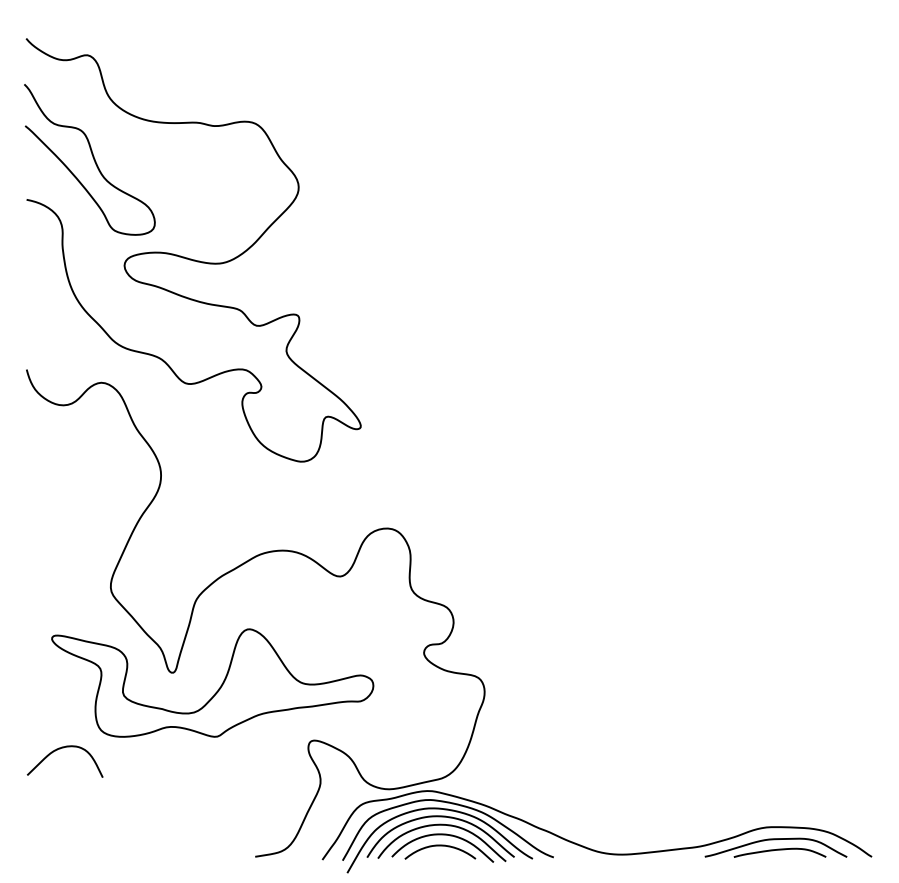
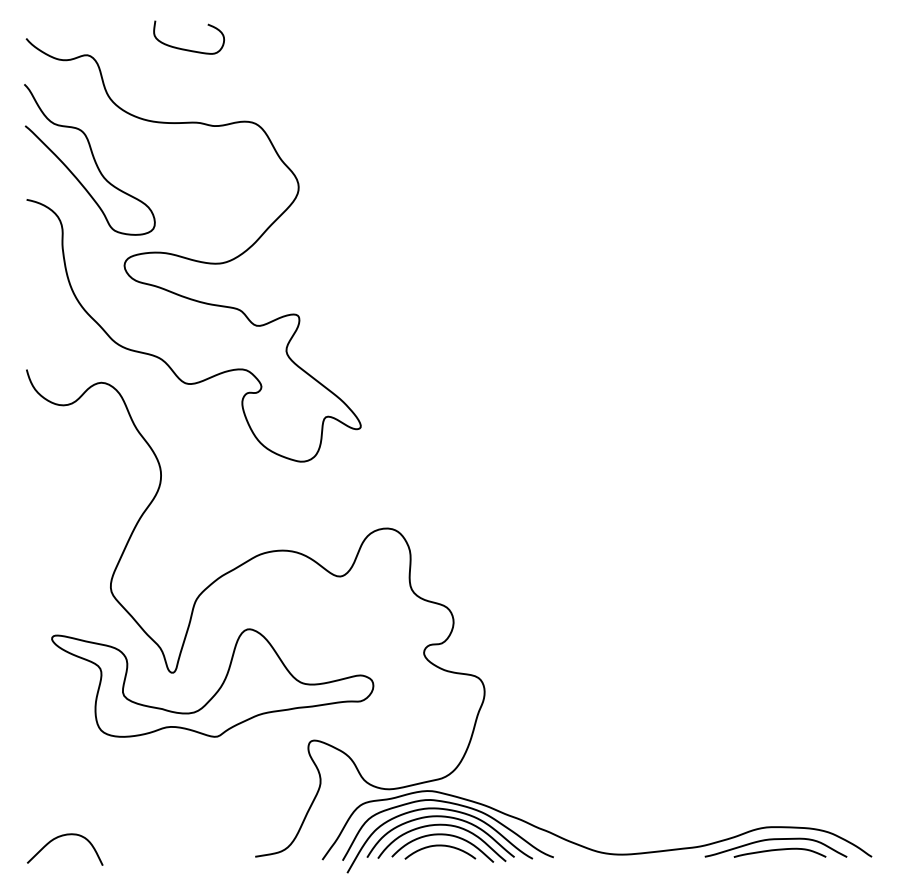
curve at (184, 48): none -> present
curve at (60, 749) position: (60, 749) -> (60, 837)
